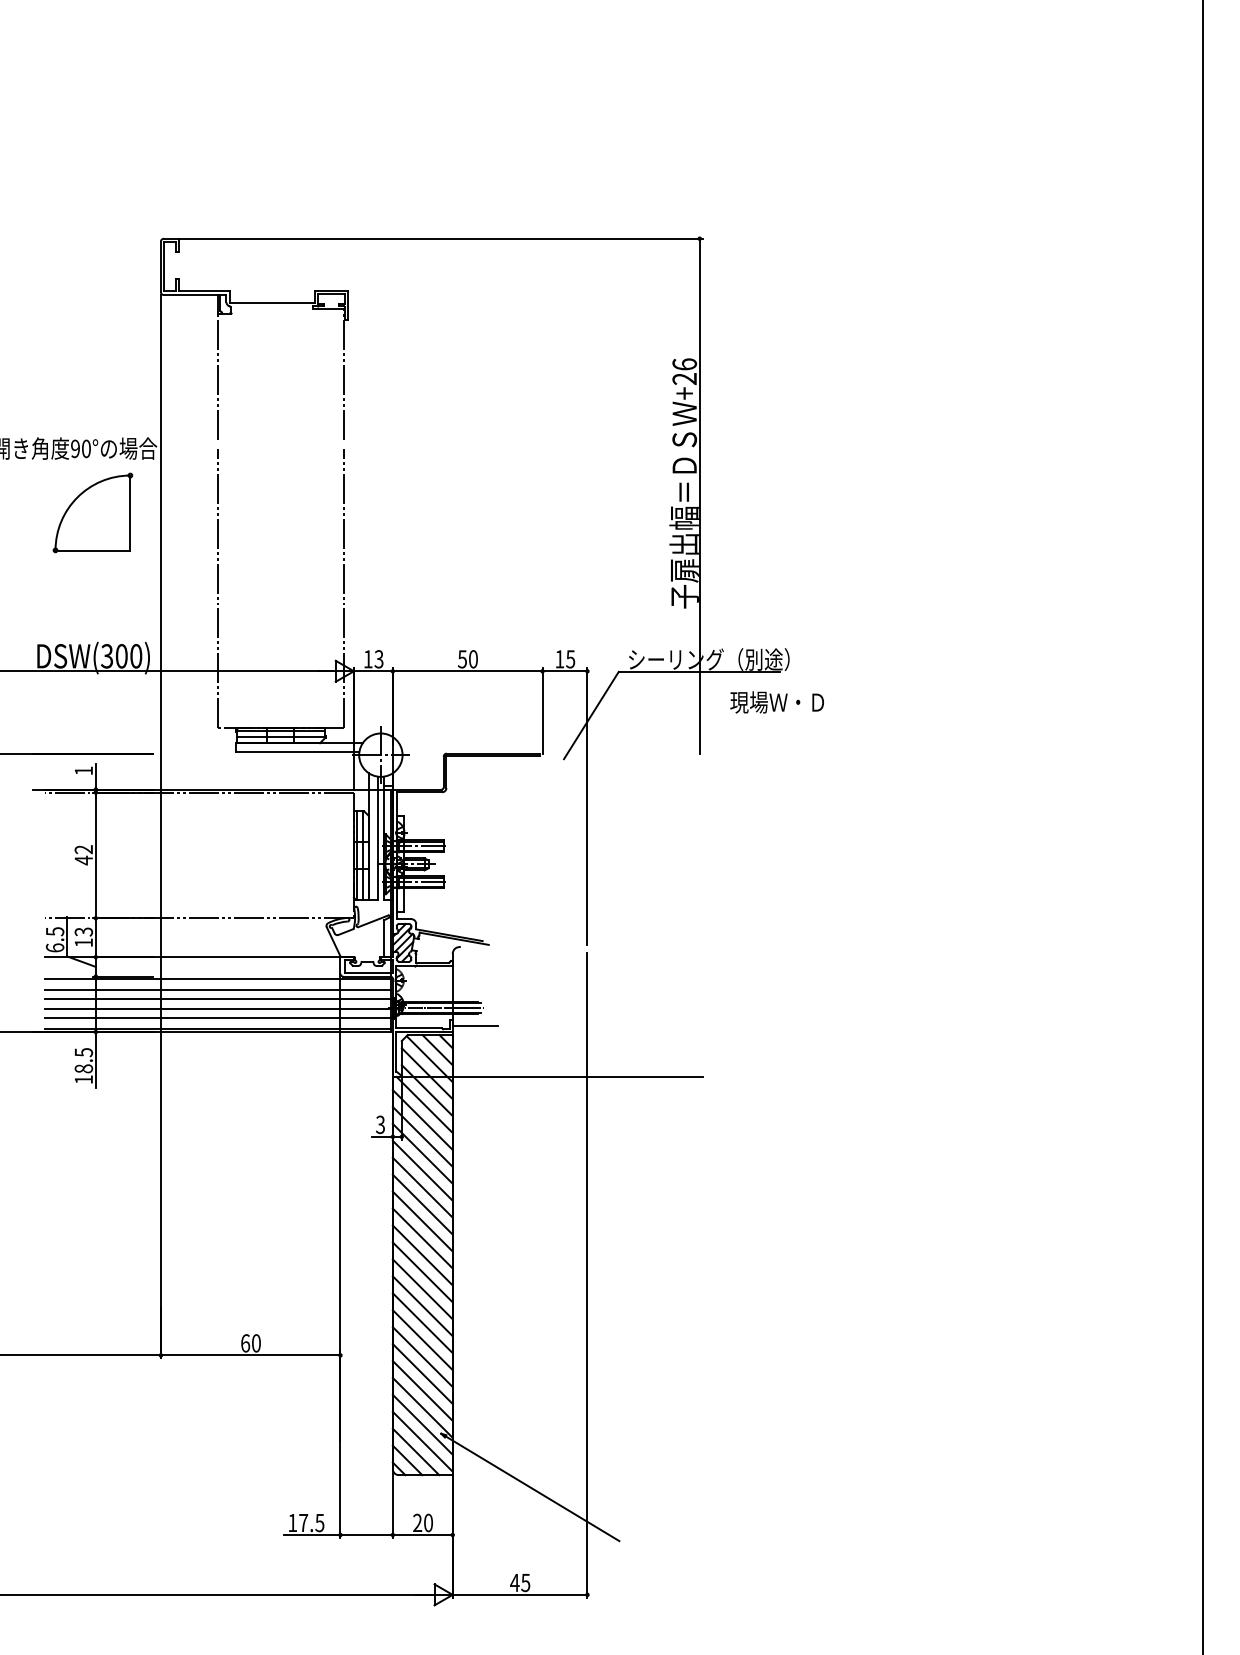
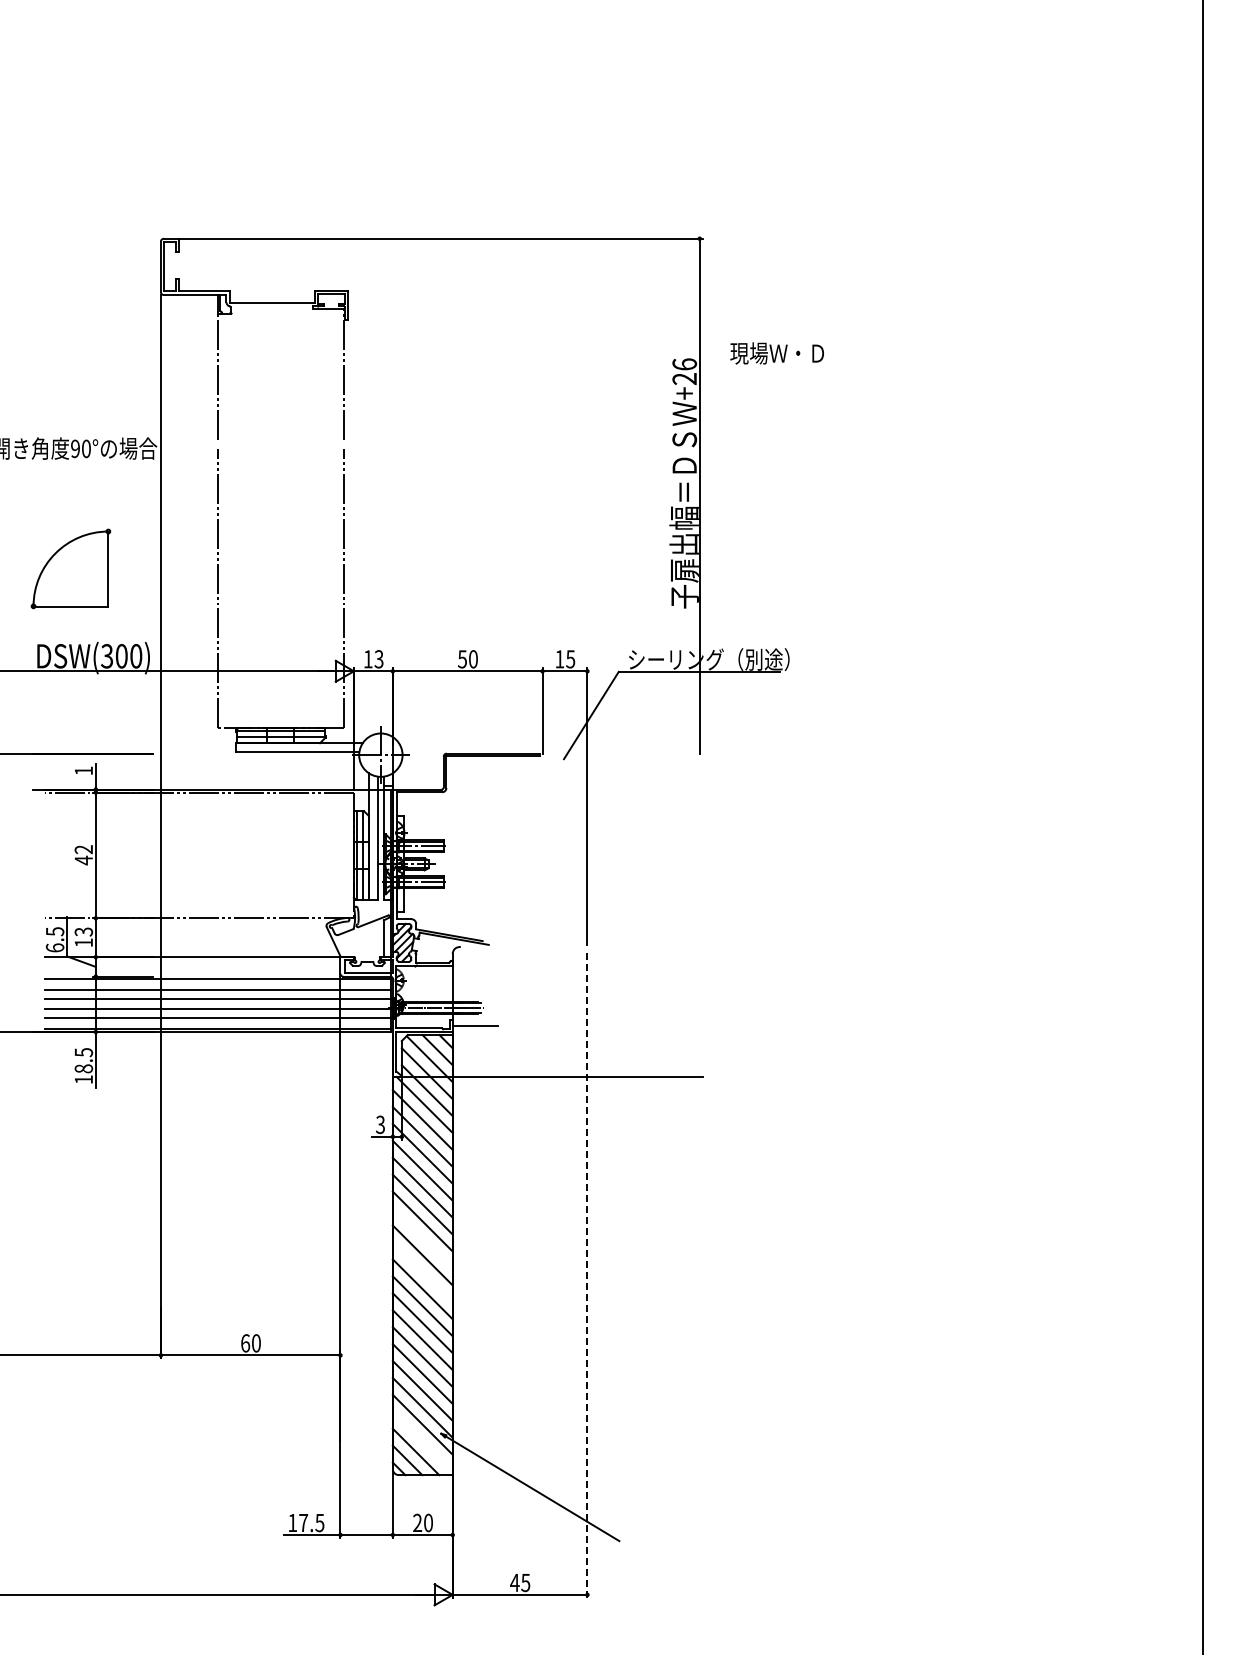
part at (92, 512) position: (92, 512) -> (70, 568)
text at (776, 702) position: (776, 702) -> (776, 353)
line at (422, 1238): present -> none
line at (422, 1272): present -> none
line at (587, 1276): solid -> dashed
line at (422, 1441): present -> none
